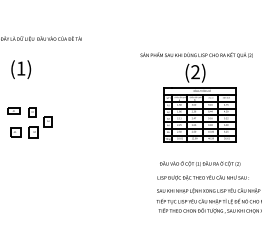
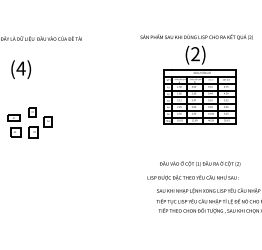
text at (20, 68): (1) -> (4)
part at (196, 97) position: (196, 97) -> (196, 79)
part at (13, 110) position: (13, 110) -> (13, 117)
text at (202, 177) position: (202, 177) -> (192, 177)
